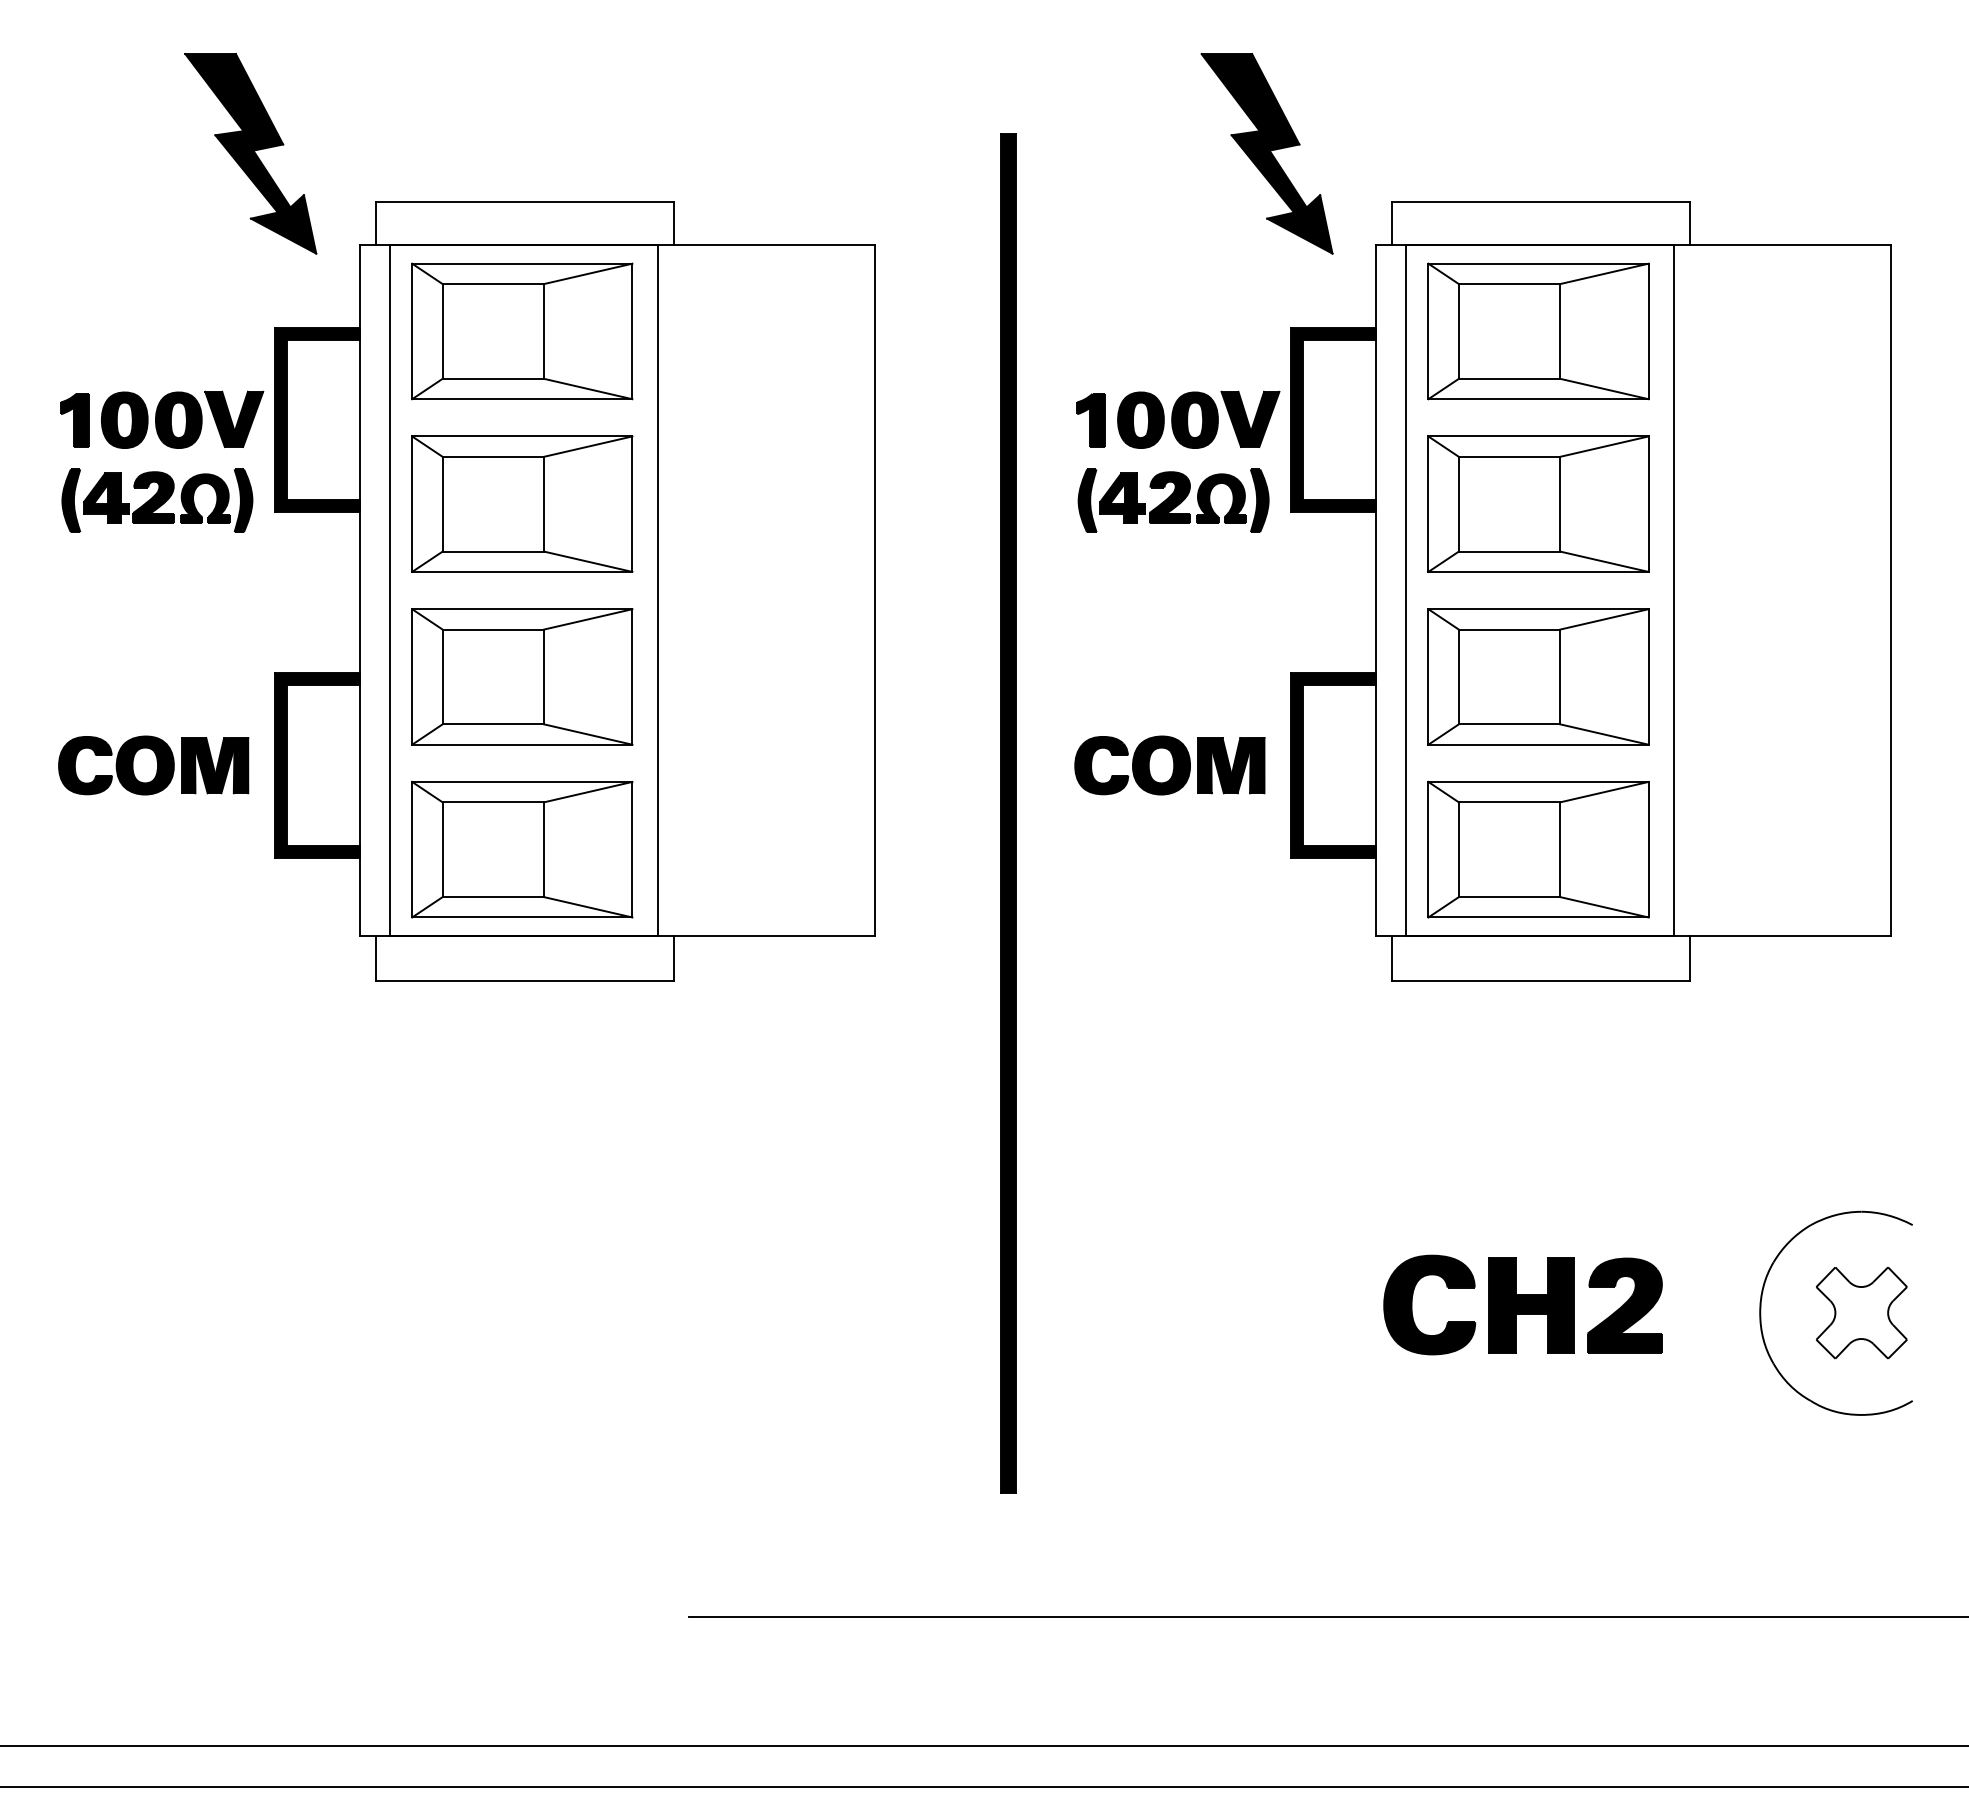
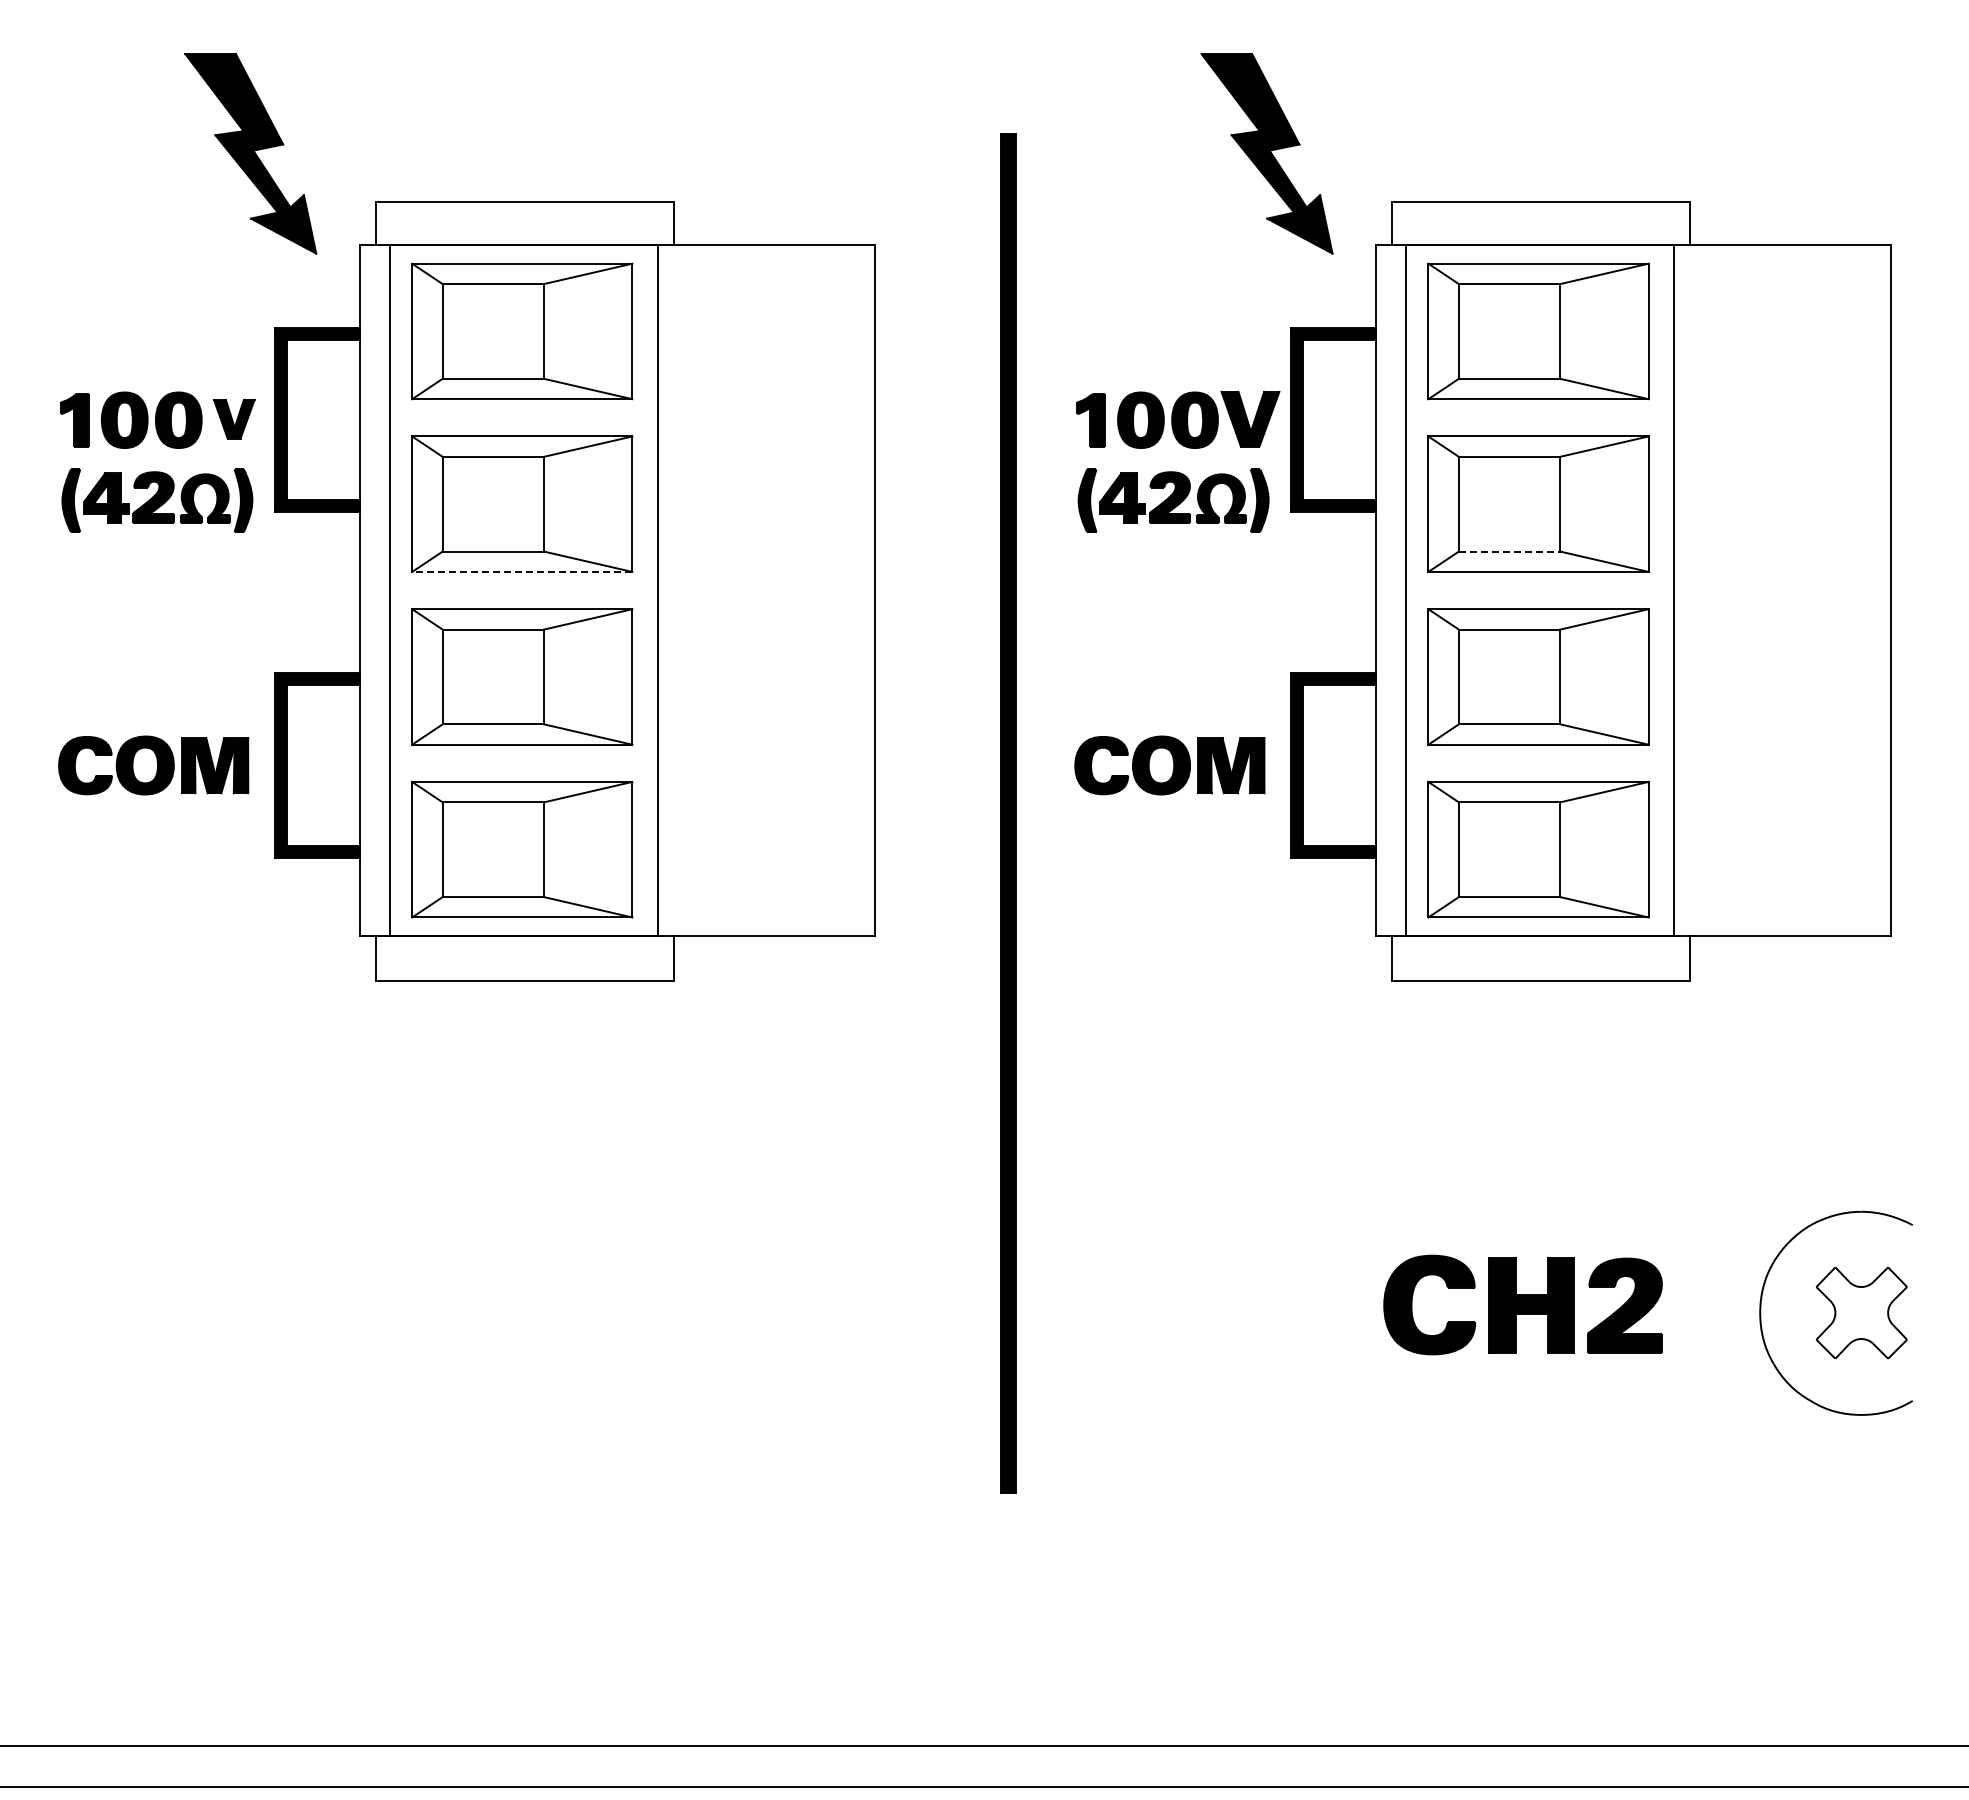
part at (234, 418) size: 61x58 px -> 43x41 px
line at (1509, 551): solid -> dashed
line at (521, 571): solid -> dashed
line at (1326, 1617): present -> none
